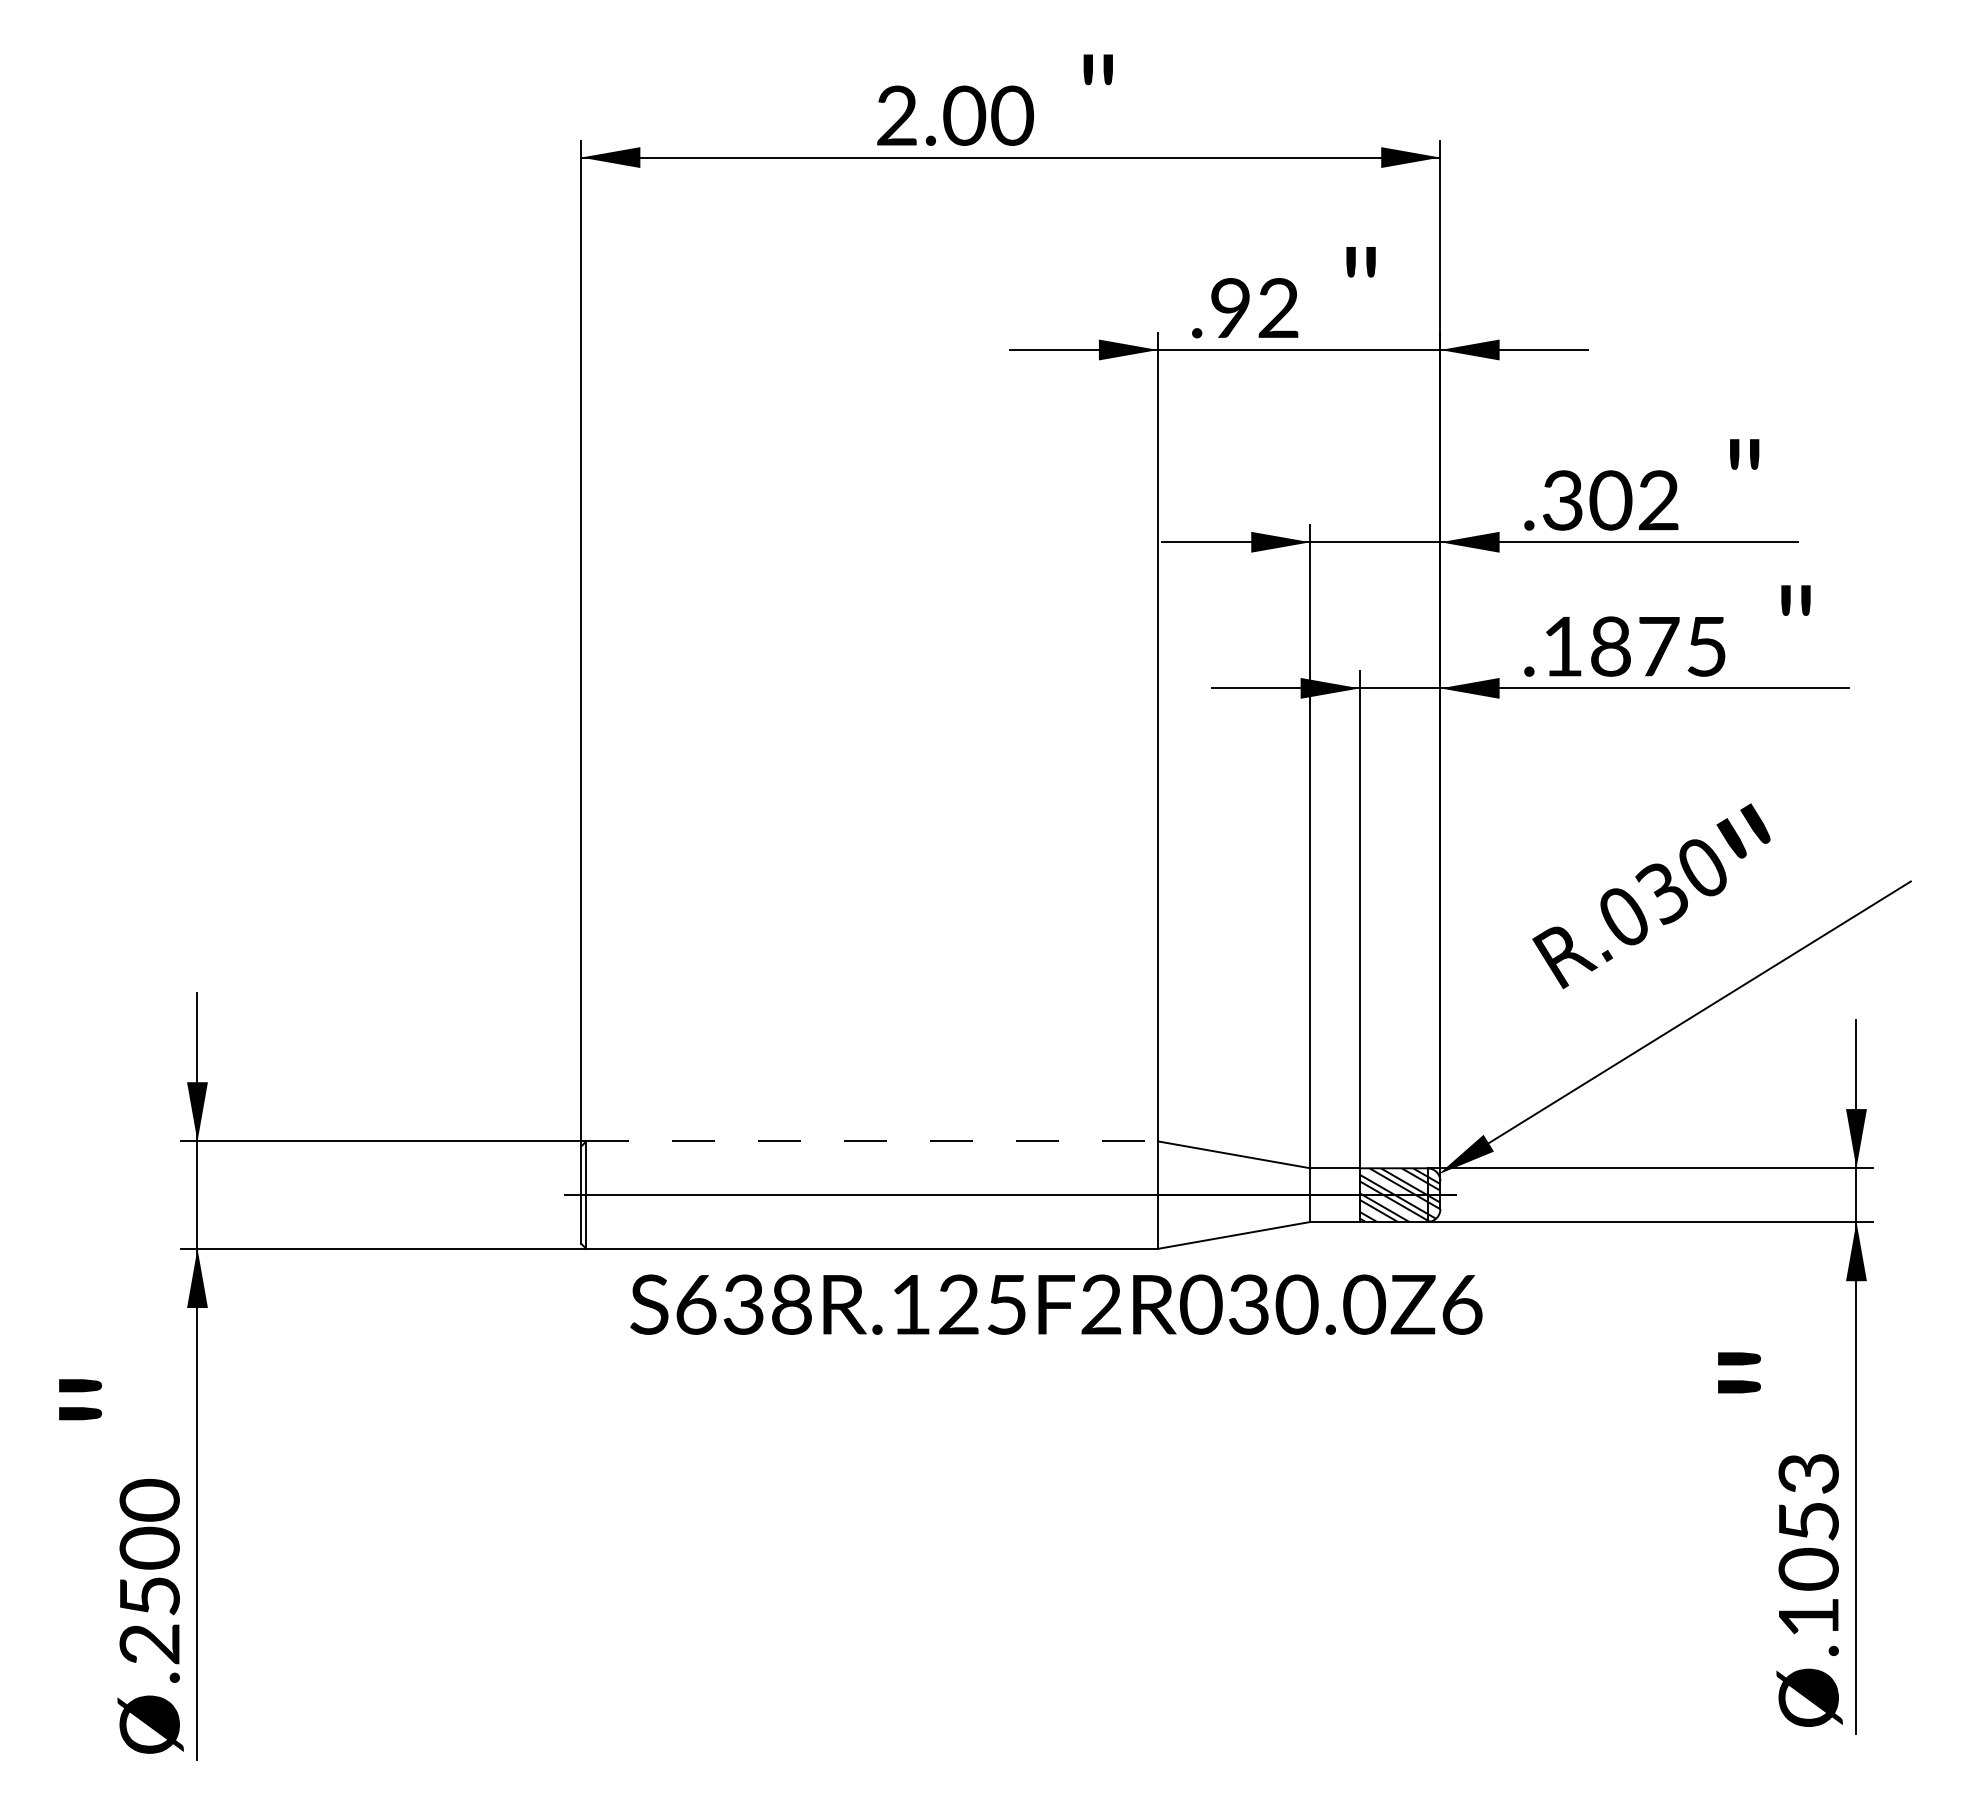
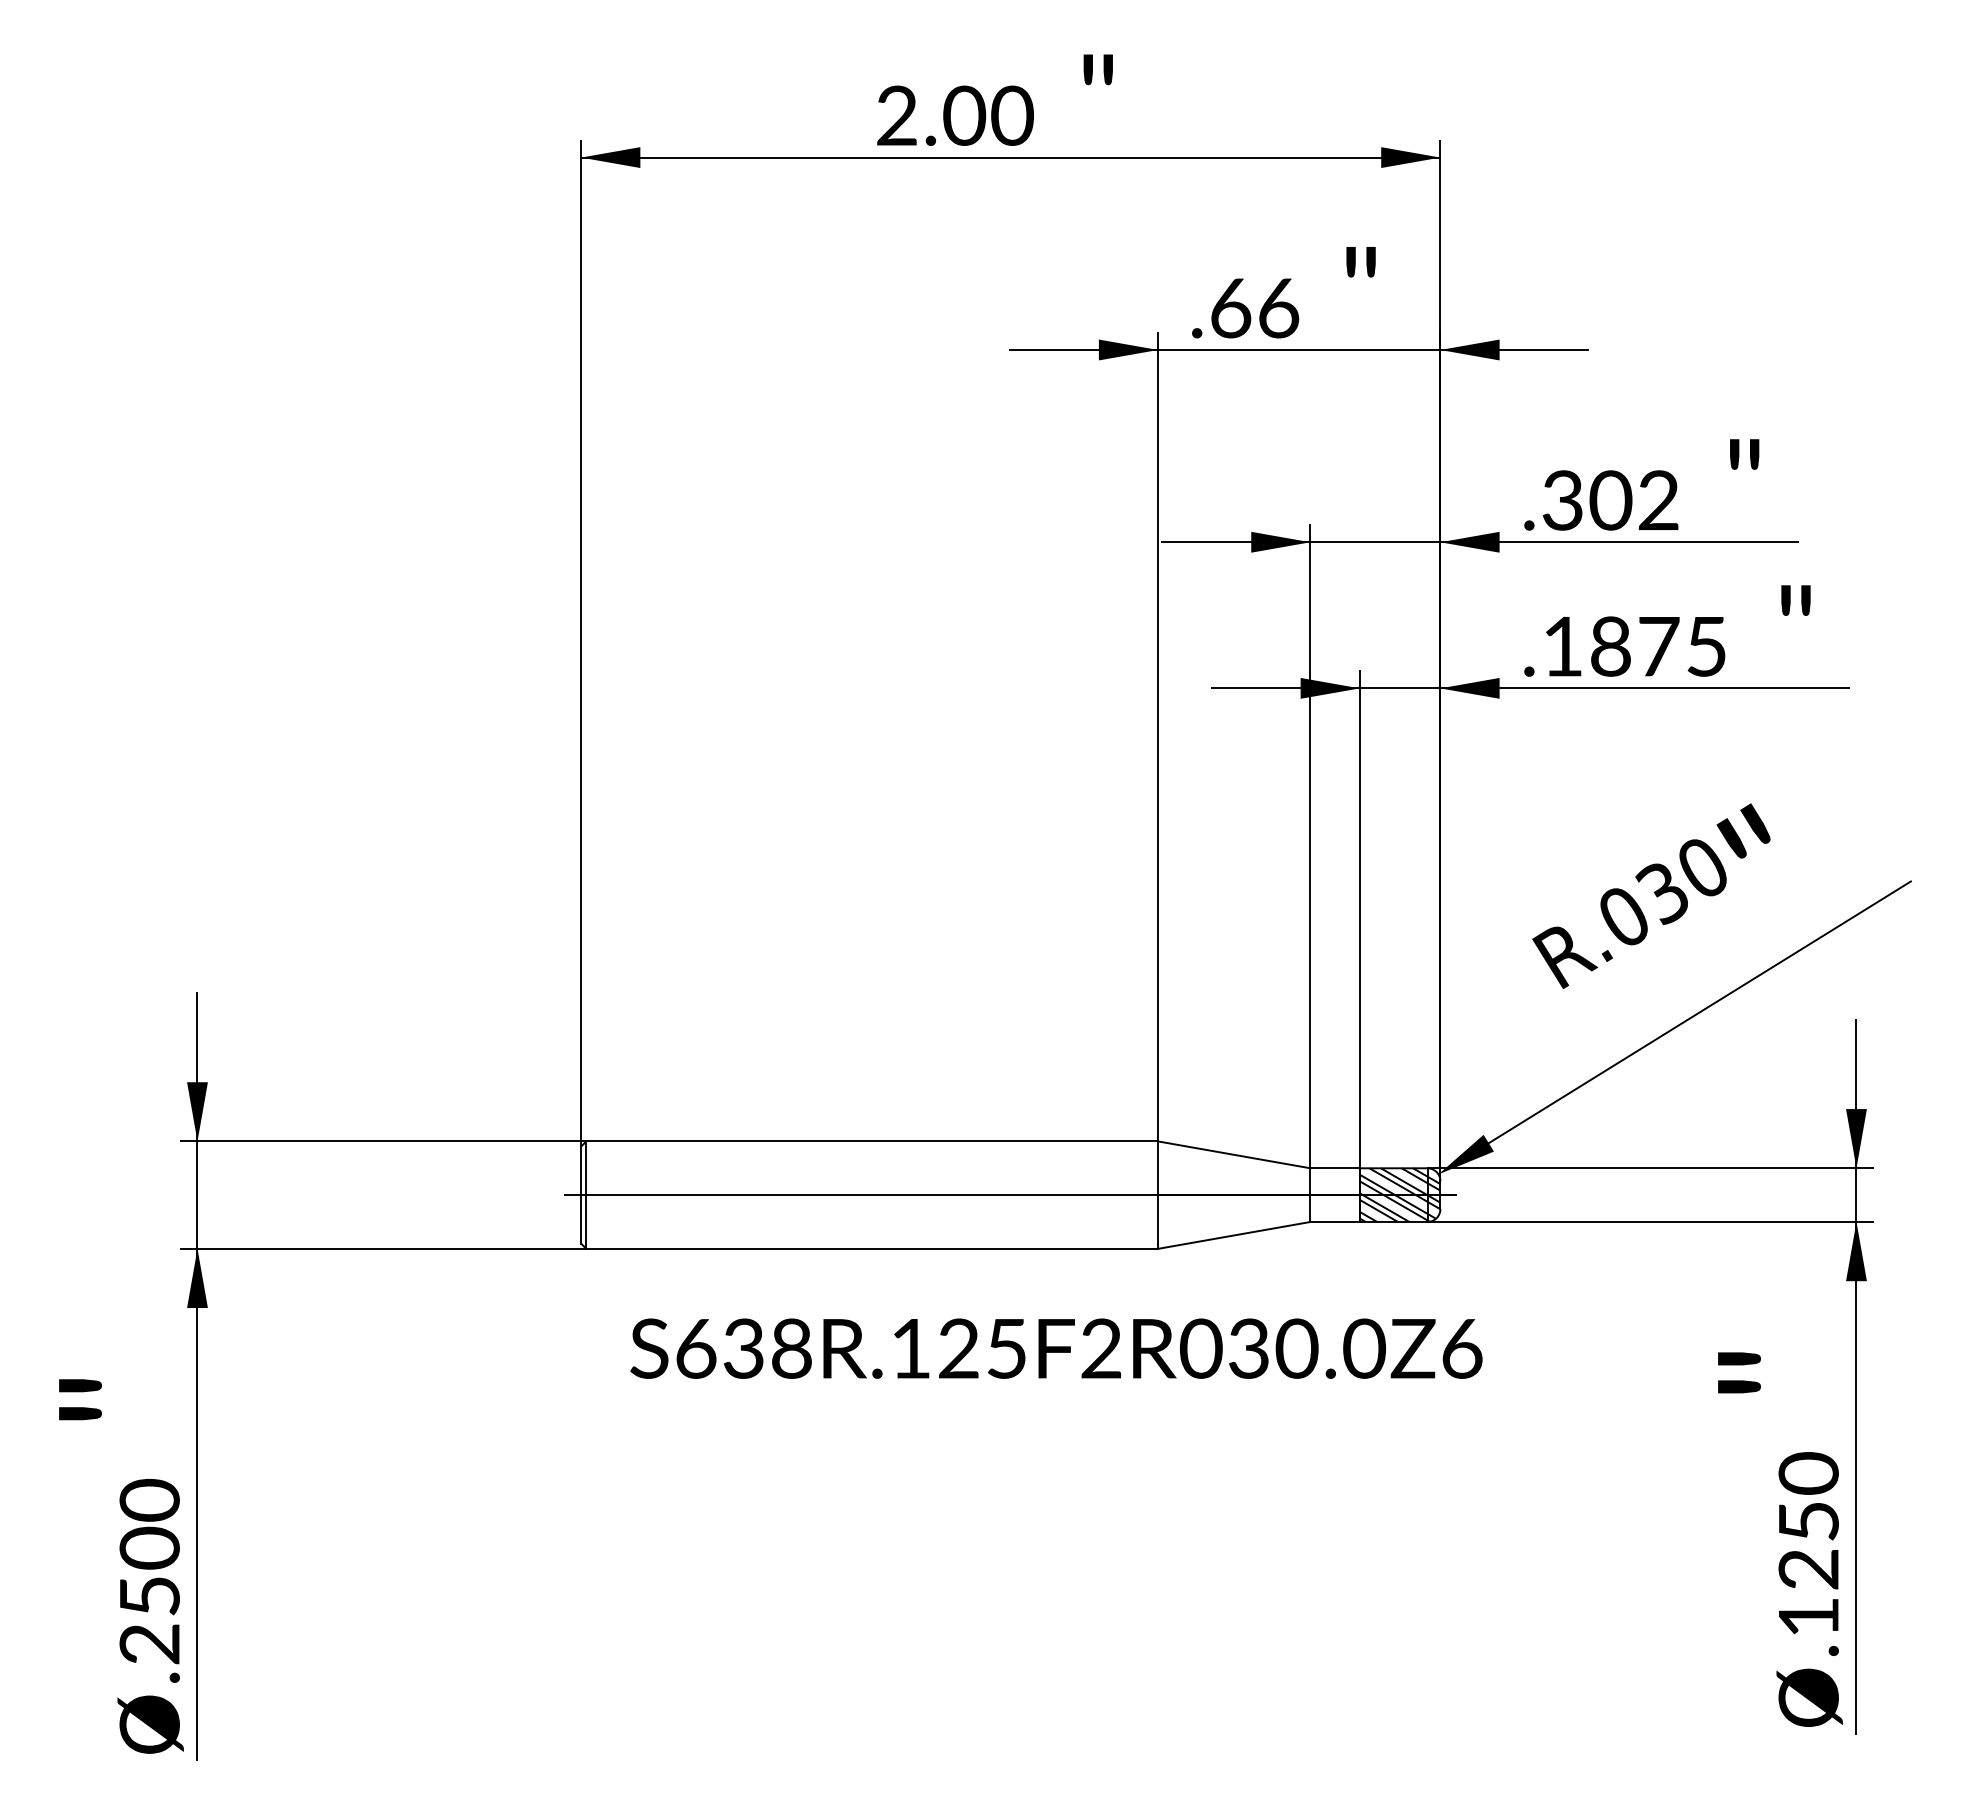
text at (1255, 308): .92 -> .66
line at (872, 1141): dashed -> solid
text at (1056, 1304) position: (1056, 1304) -> (1056, 1348)
text at (1808, 1521): .1053 -> .1250
